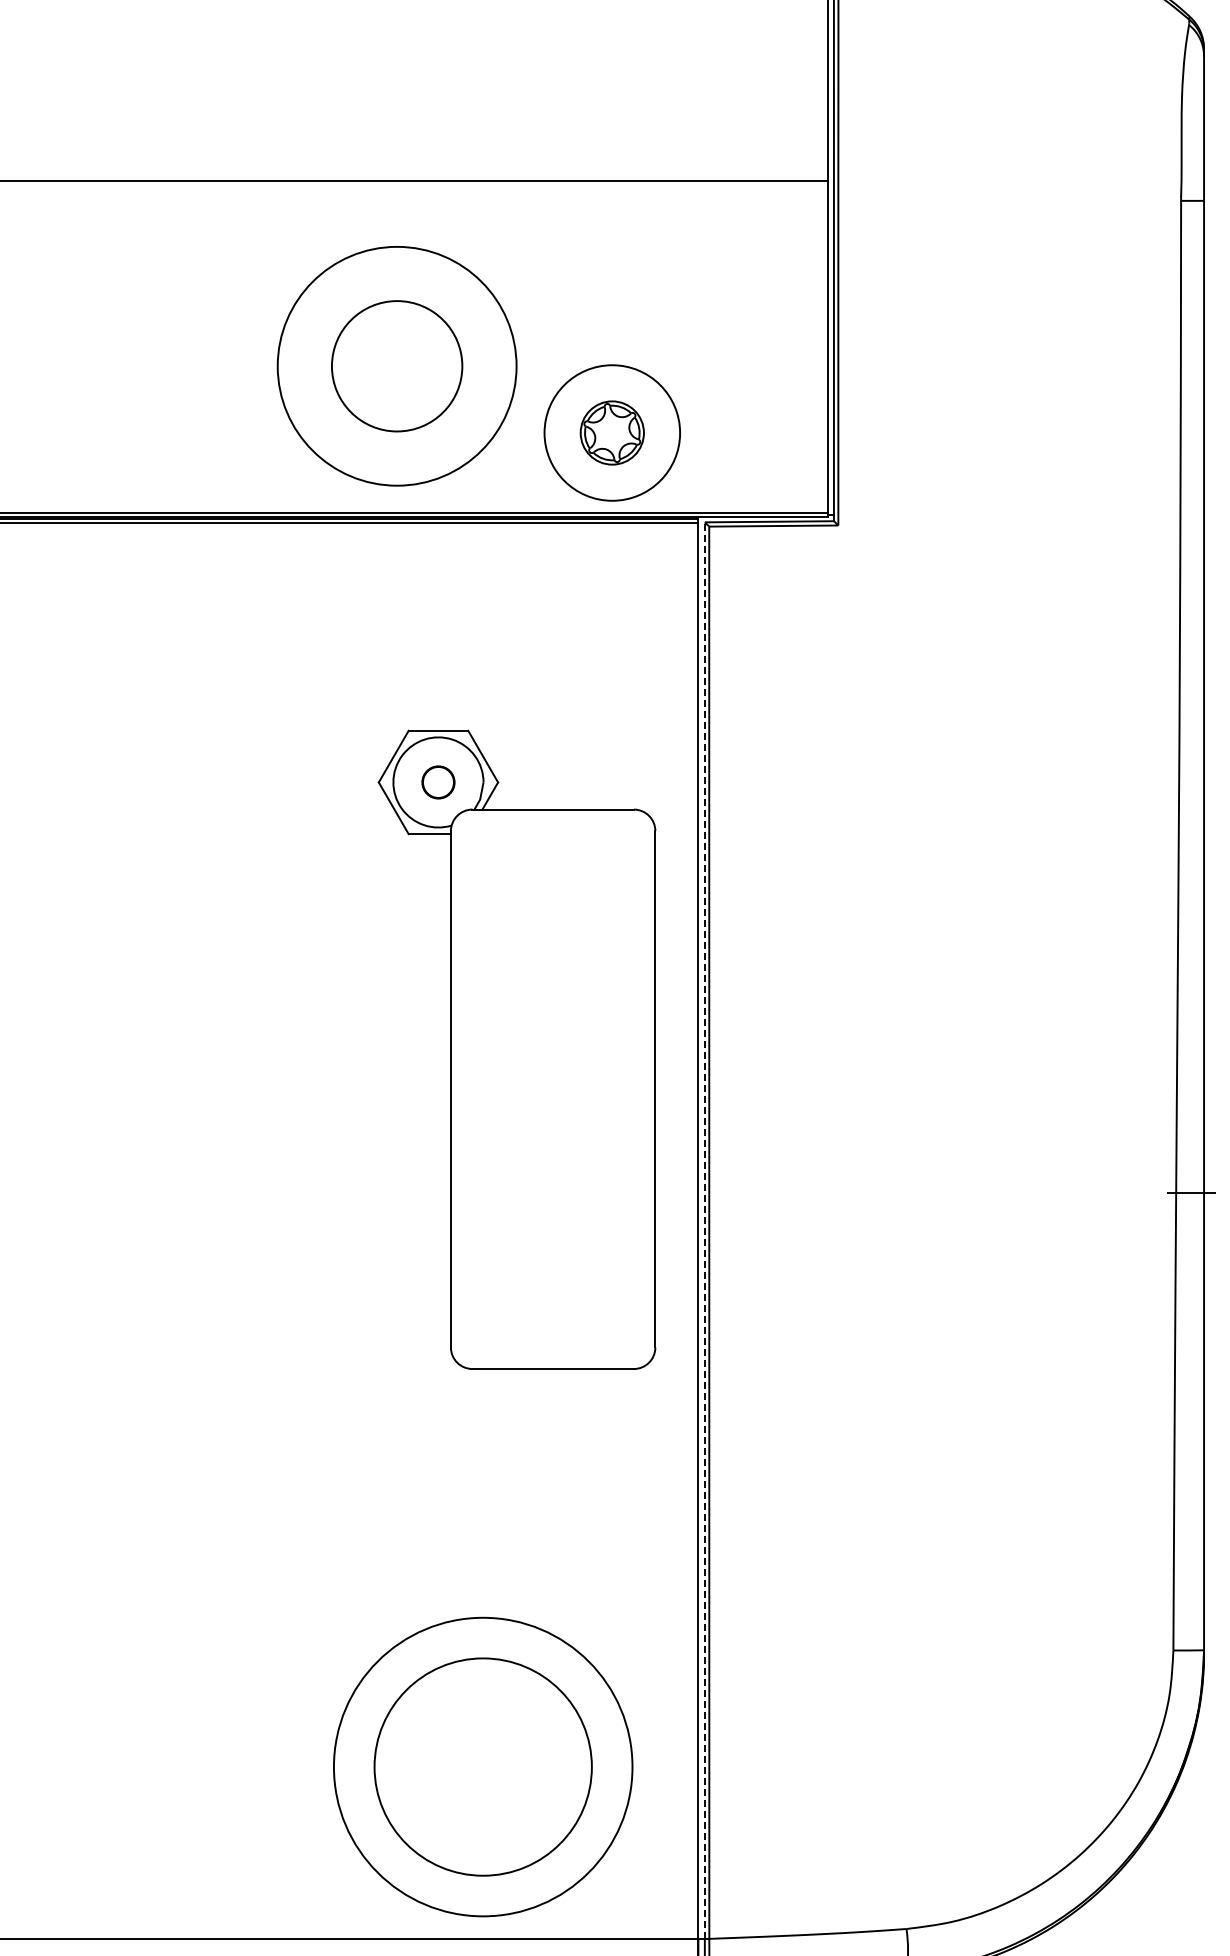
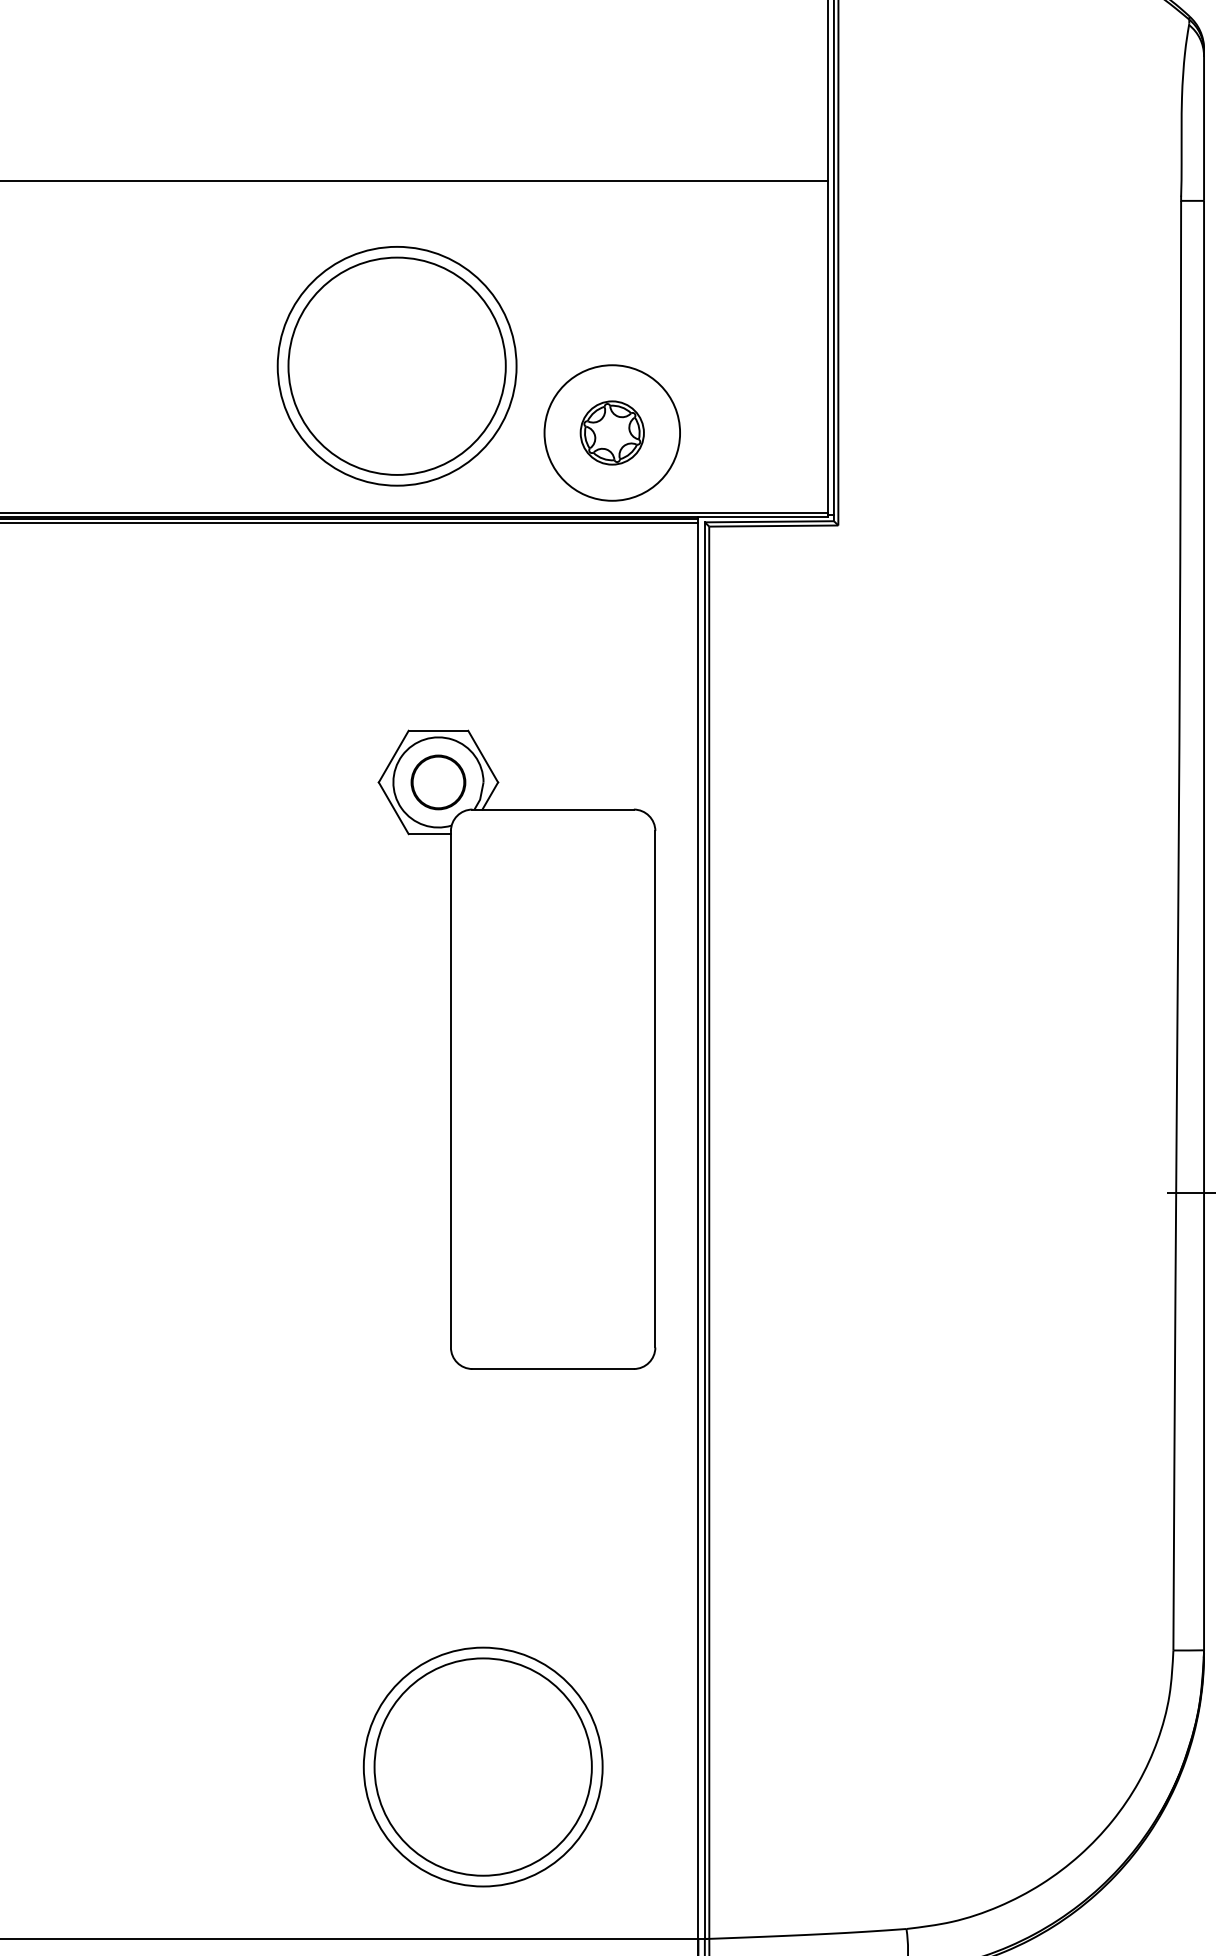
circle at (396, 366) diameter: 130 px -> 217 px
part at (438, 782) size: 35x35 px -> 57x57 px
line at (704, 1230): dashed -> solid
circle at (482, 1766) diameter: 299 px -> 239 px
